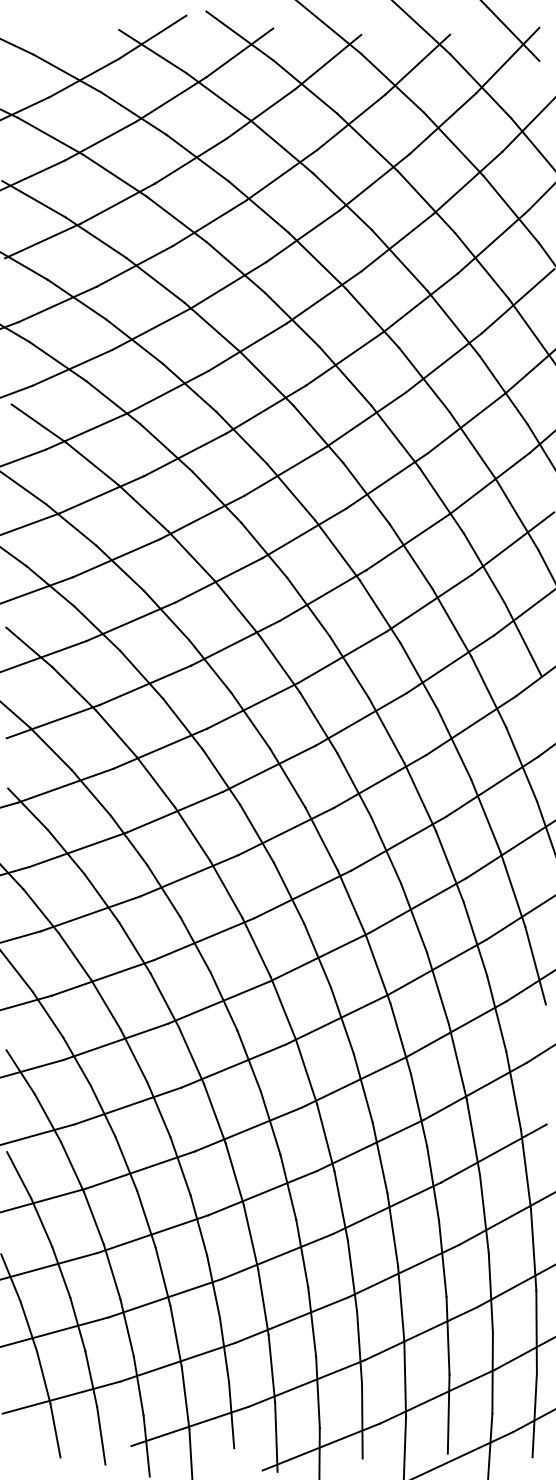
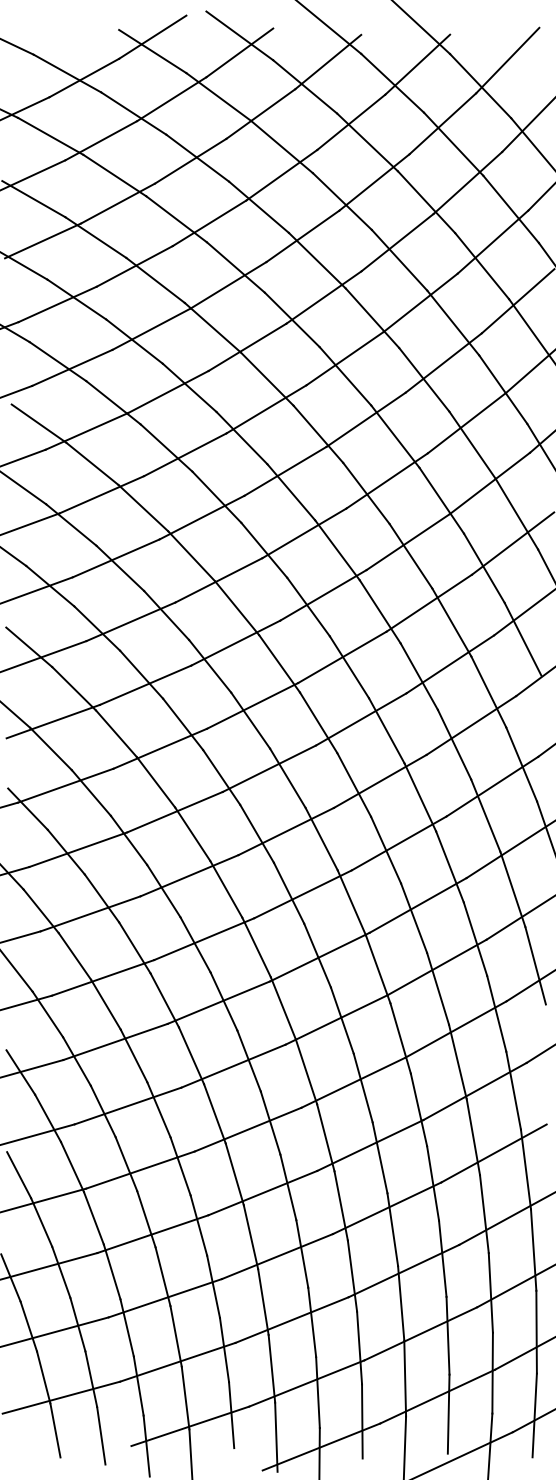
line at (510, 31): present -> none
